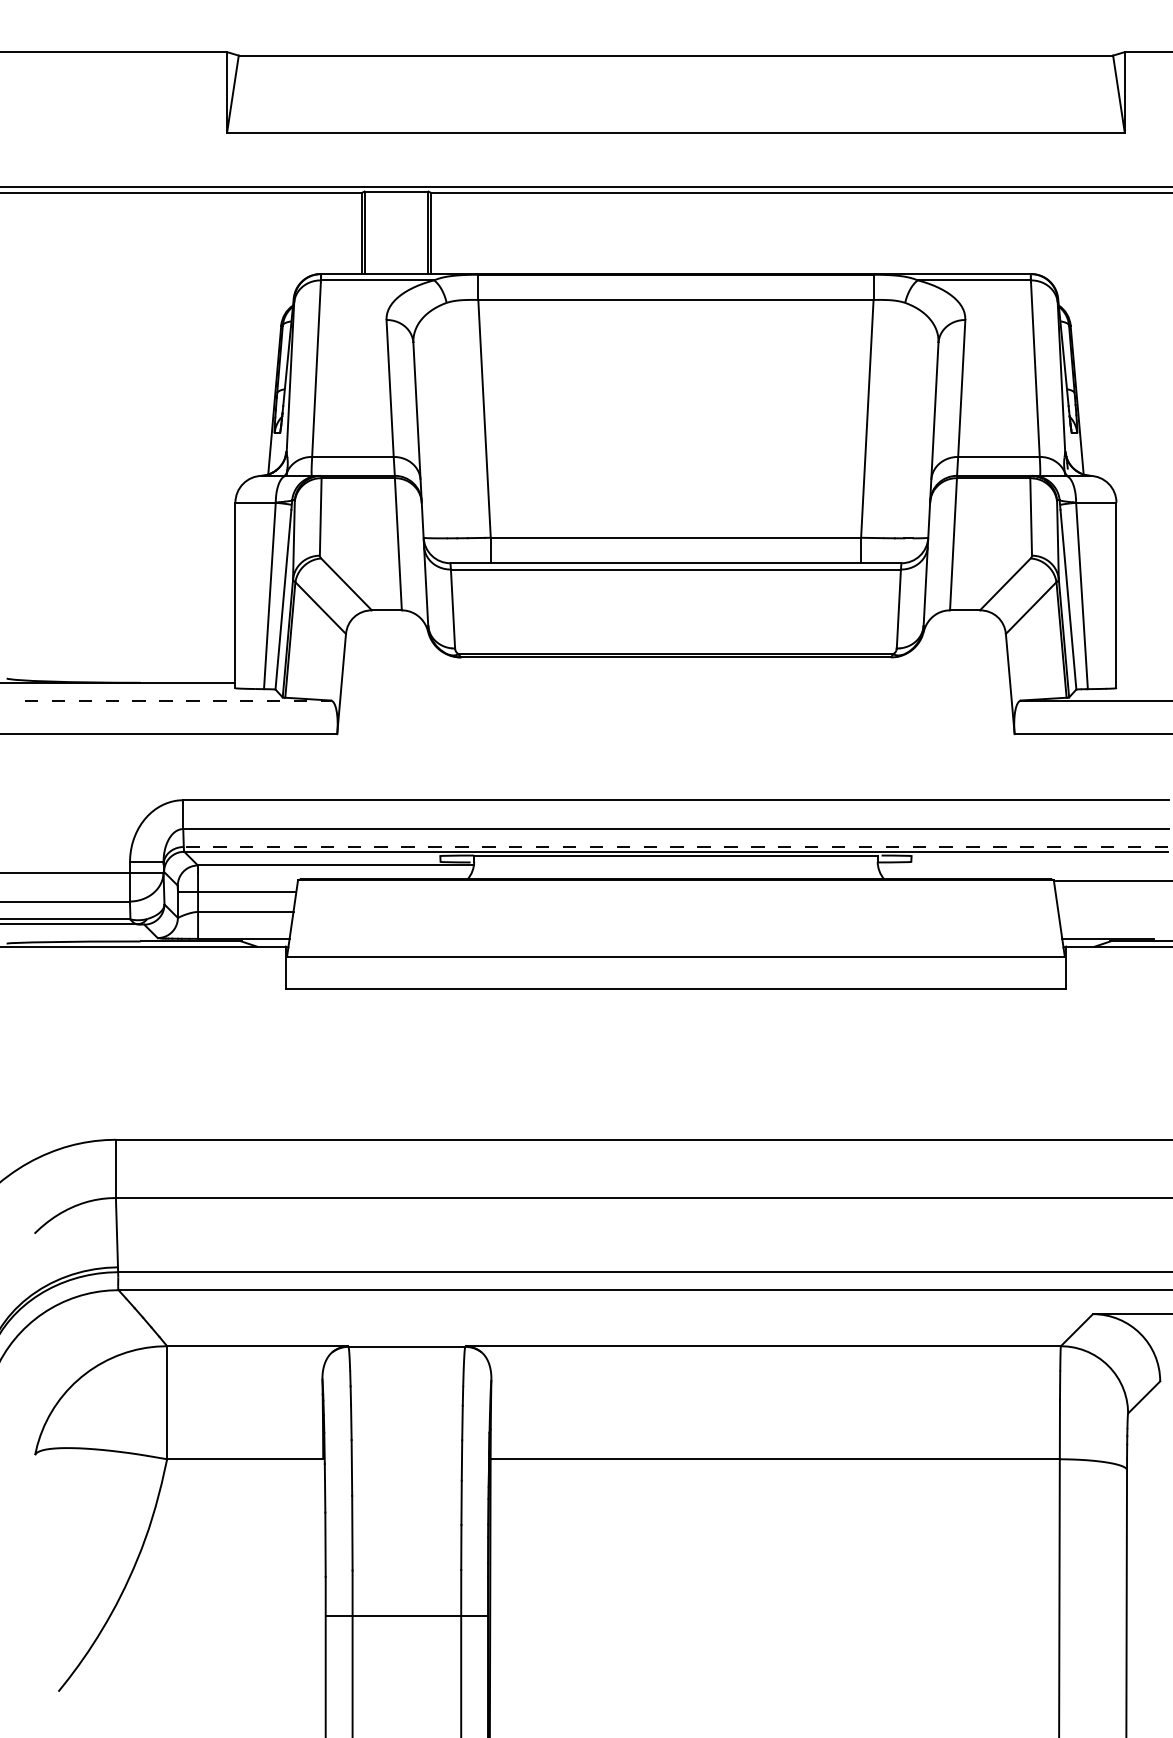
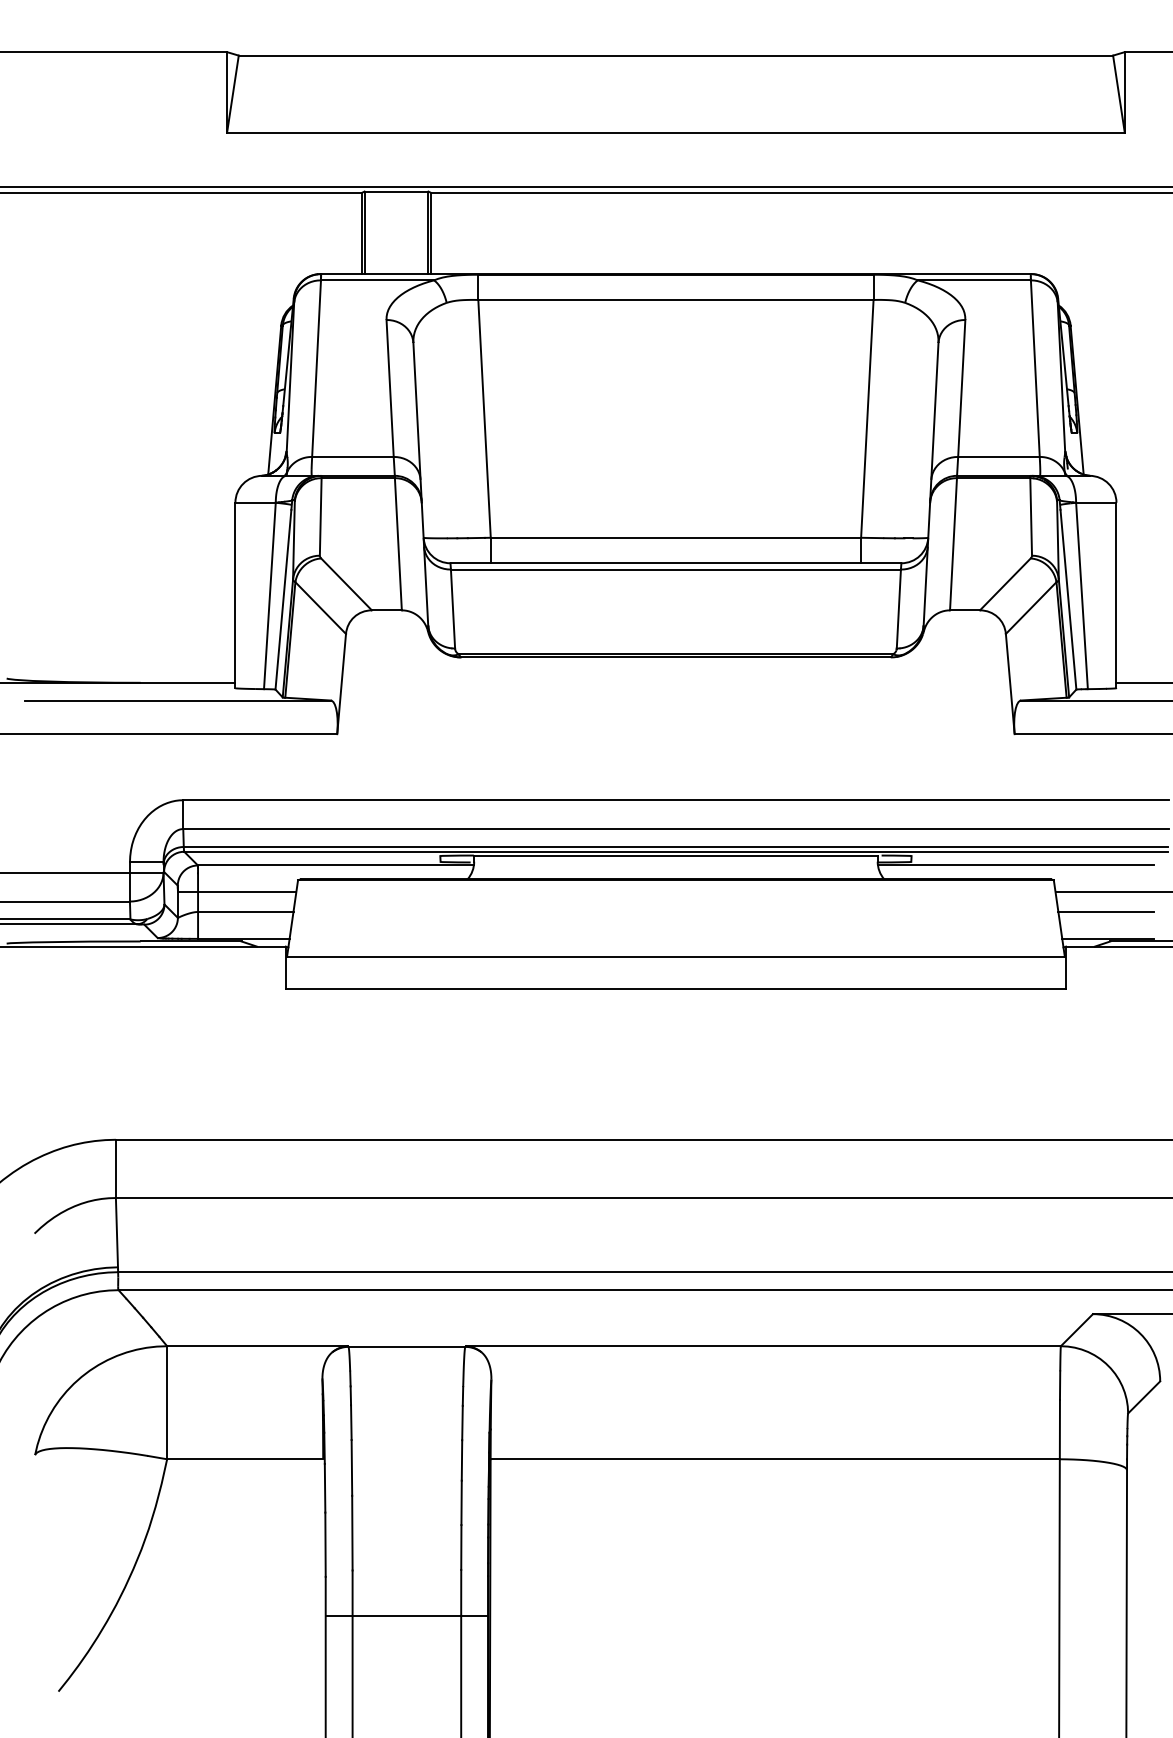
line at (1142, 682): none -> present
line at (177, 700): dashed -> solid
line at (675, 846): dashed -> solid
line at (1015, 865): none -> present
line at (1112, 881) position: (1112, 881) -> (1112, 892)
line at (1105, 911): none -> present
